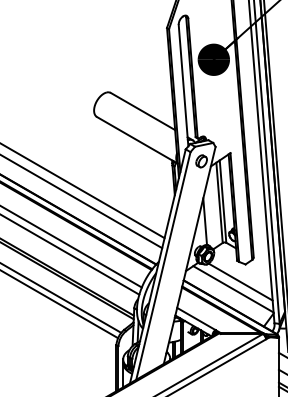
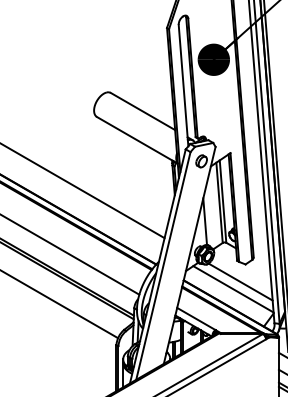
line at (82, 202): present -> none
line at (71, 246): present -> none
line at (61, 298): present -> none
